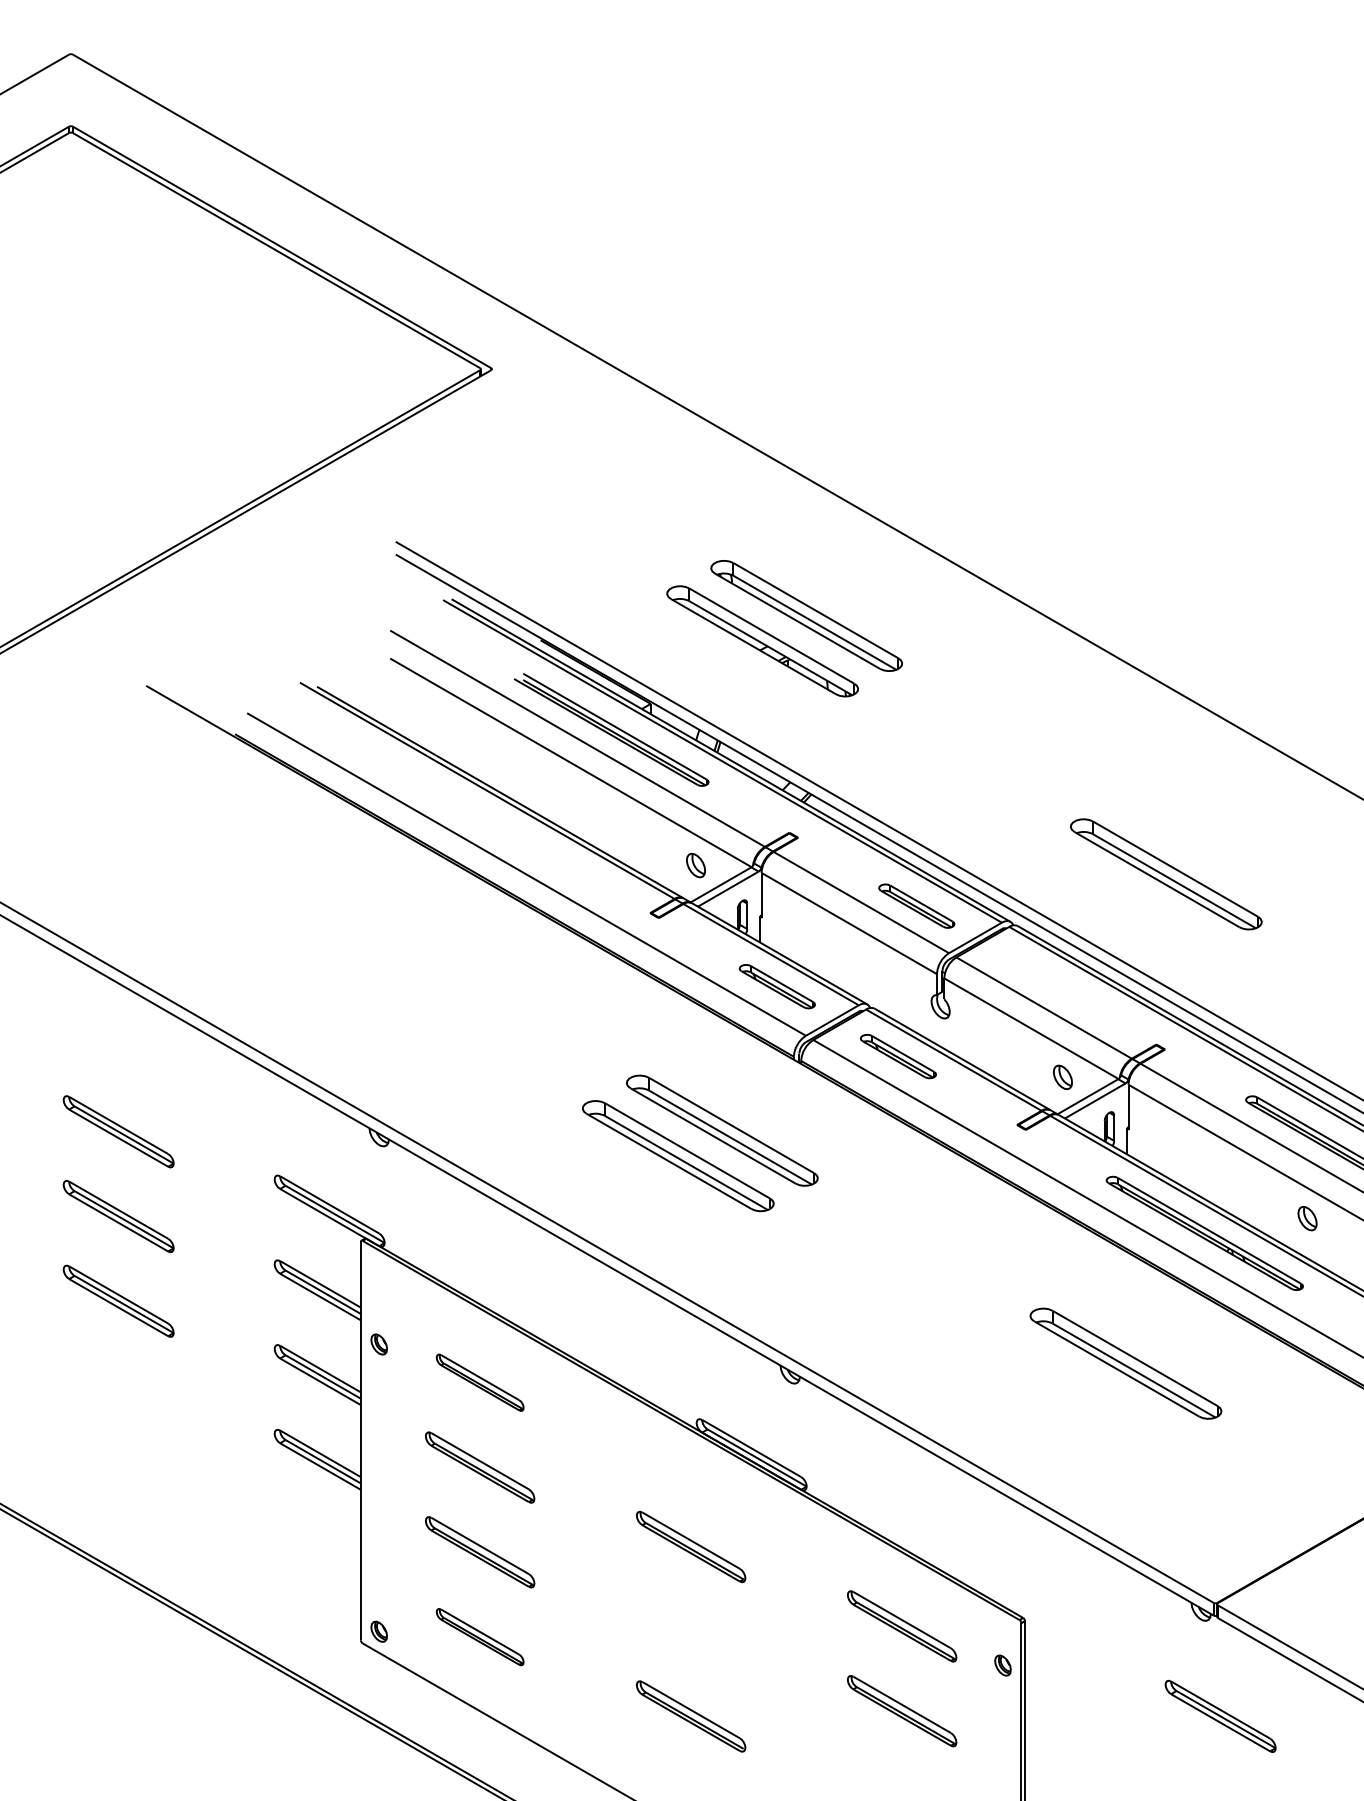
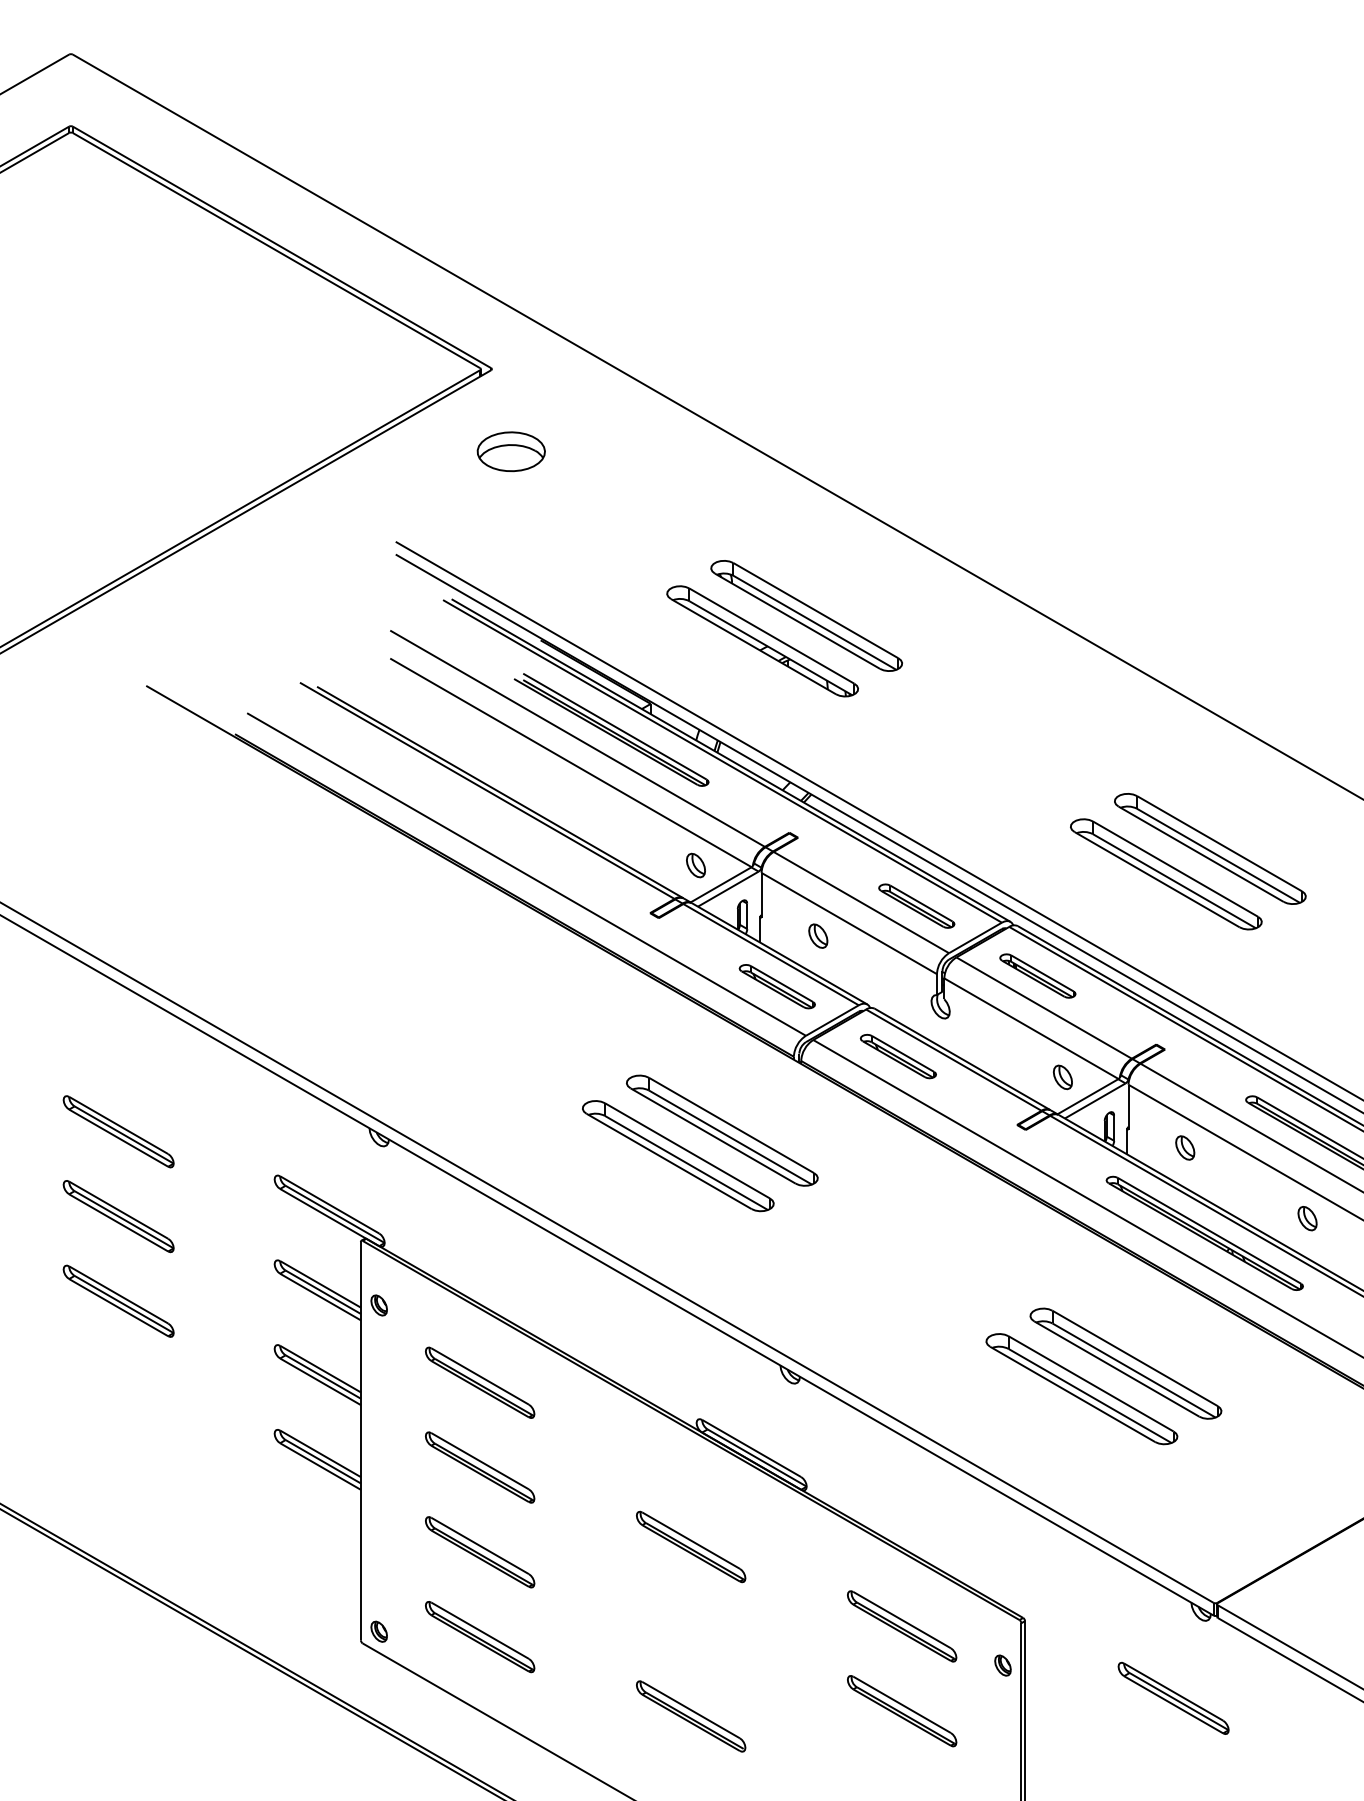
part at (510, 451): none -> present
part at (1210, 848): none -> present
part at (818, 935): none -> present
part at (1037, 975): none -> present
part at (1185, 1147): none -> present
part at (378, 1344) position: (378, 1344) -> (378, 1305)
part at (479, 1382) size: 90x59 px -> 111x73 px
part at (1081, 1389): none -> present
part at (479, 1637) size: 90x59 px -> 111x73 px
part at (1220, 1716) position: (1220, 1716) -> (1173, 1698)
